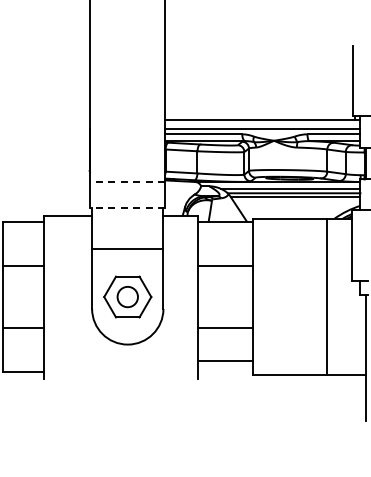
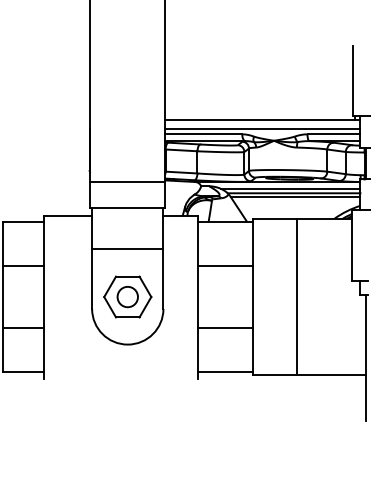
line at (127, 181): dashed -> solid
line at (127, 207): dashed -> solid
line at (326, 296) position: (326, 296) -> (296, 296)
line at (225, 360) position: (225, 360) -> (225, 371)
